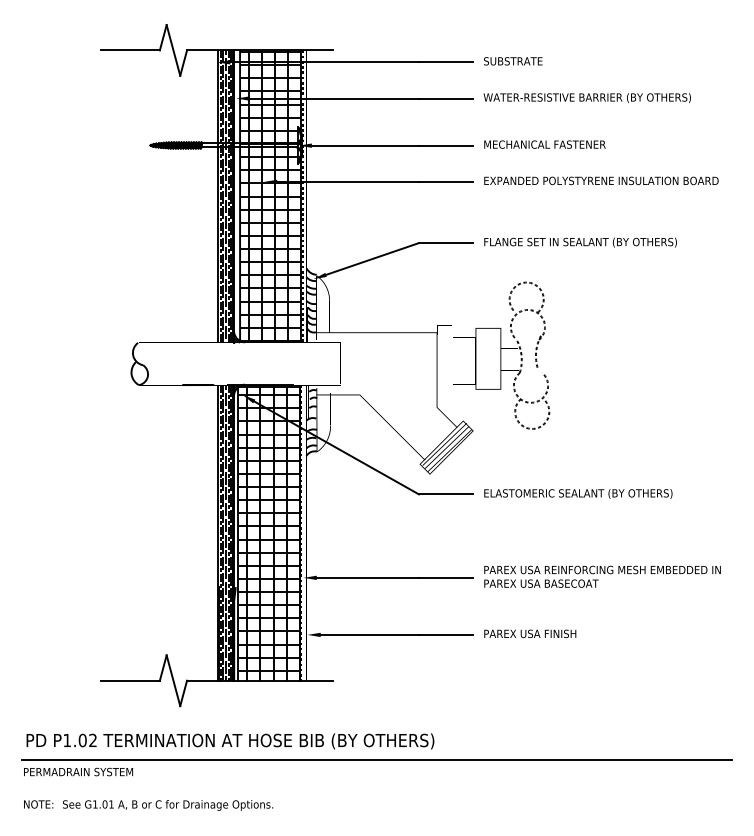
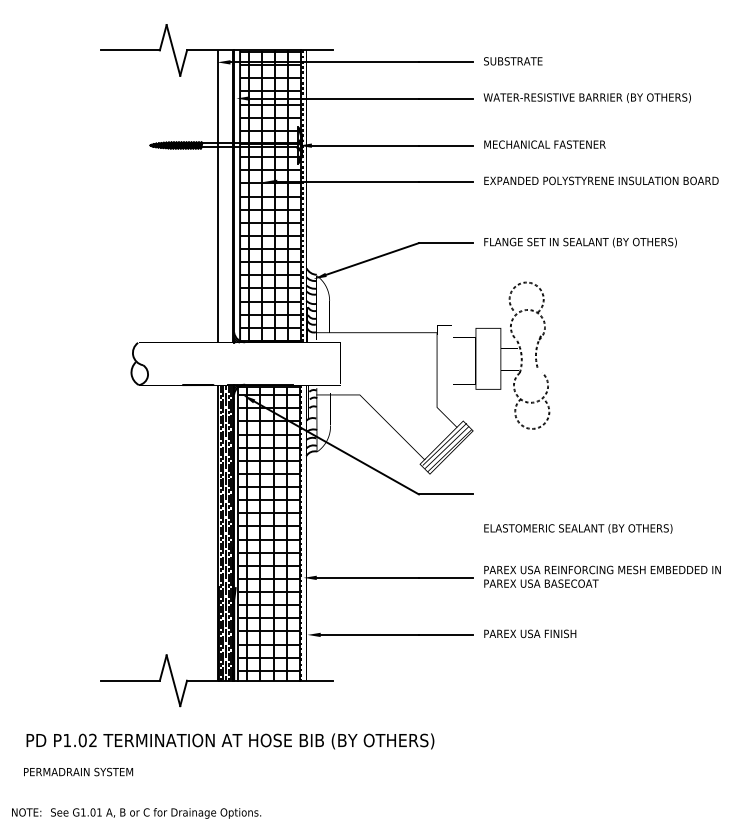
hatch at (225, 196): present -> none
text at (578, 493) position: (578, 493) -> (578, 528)
line at (376, 759): present -> none
text at (148, 805) position: (148, 805) -> (136, 813)
